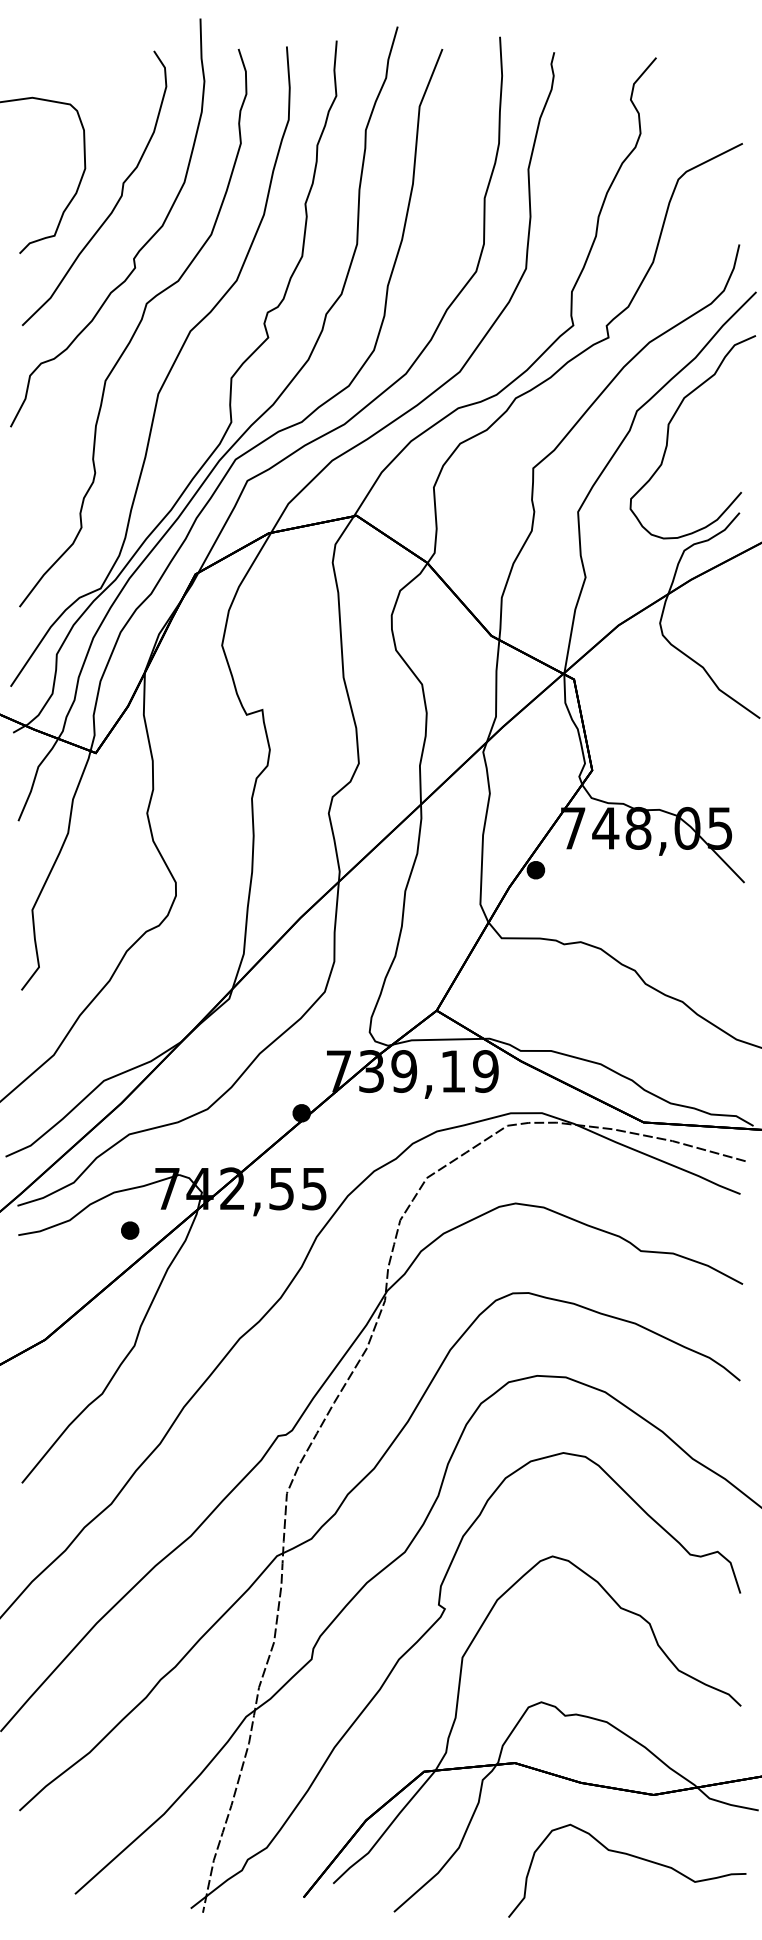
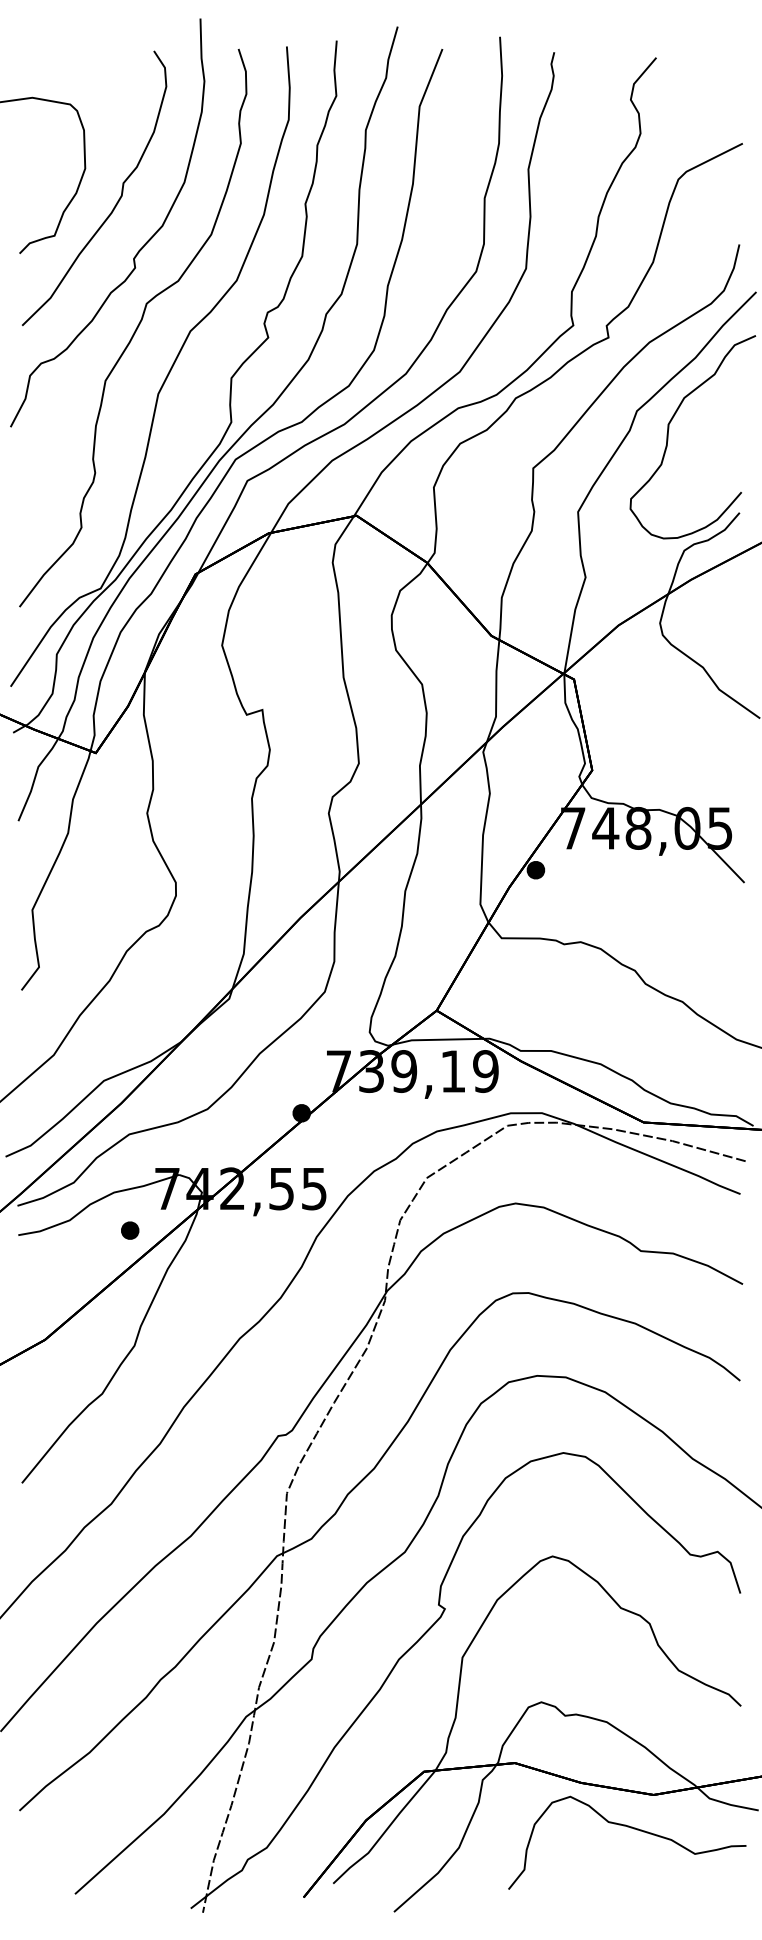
curve at (630, 1856) position: (630, 1856) -> (630, 1828)
